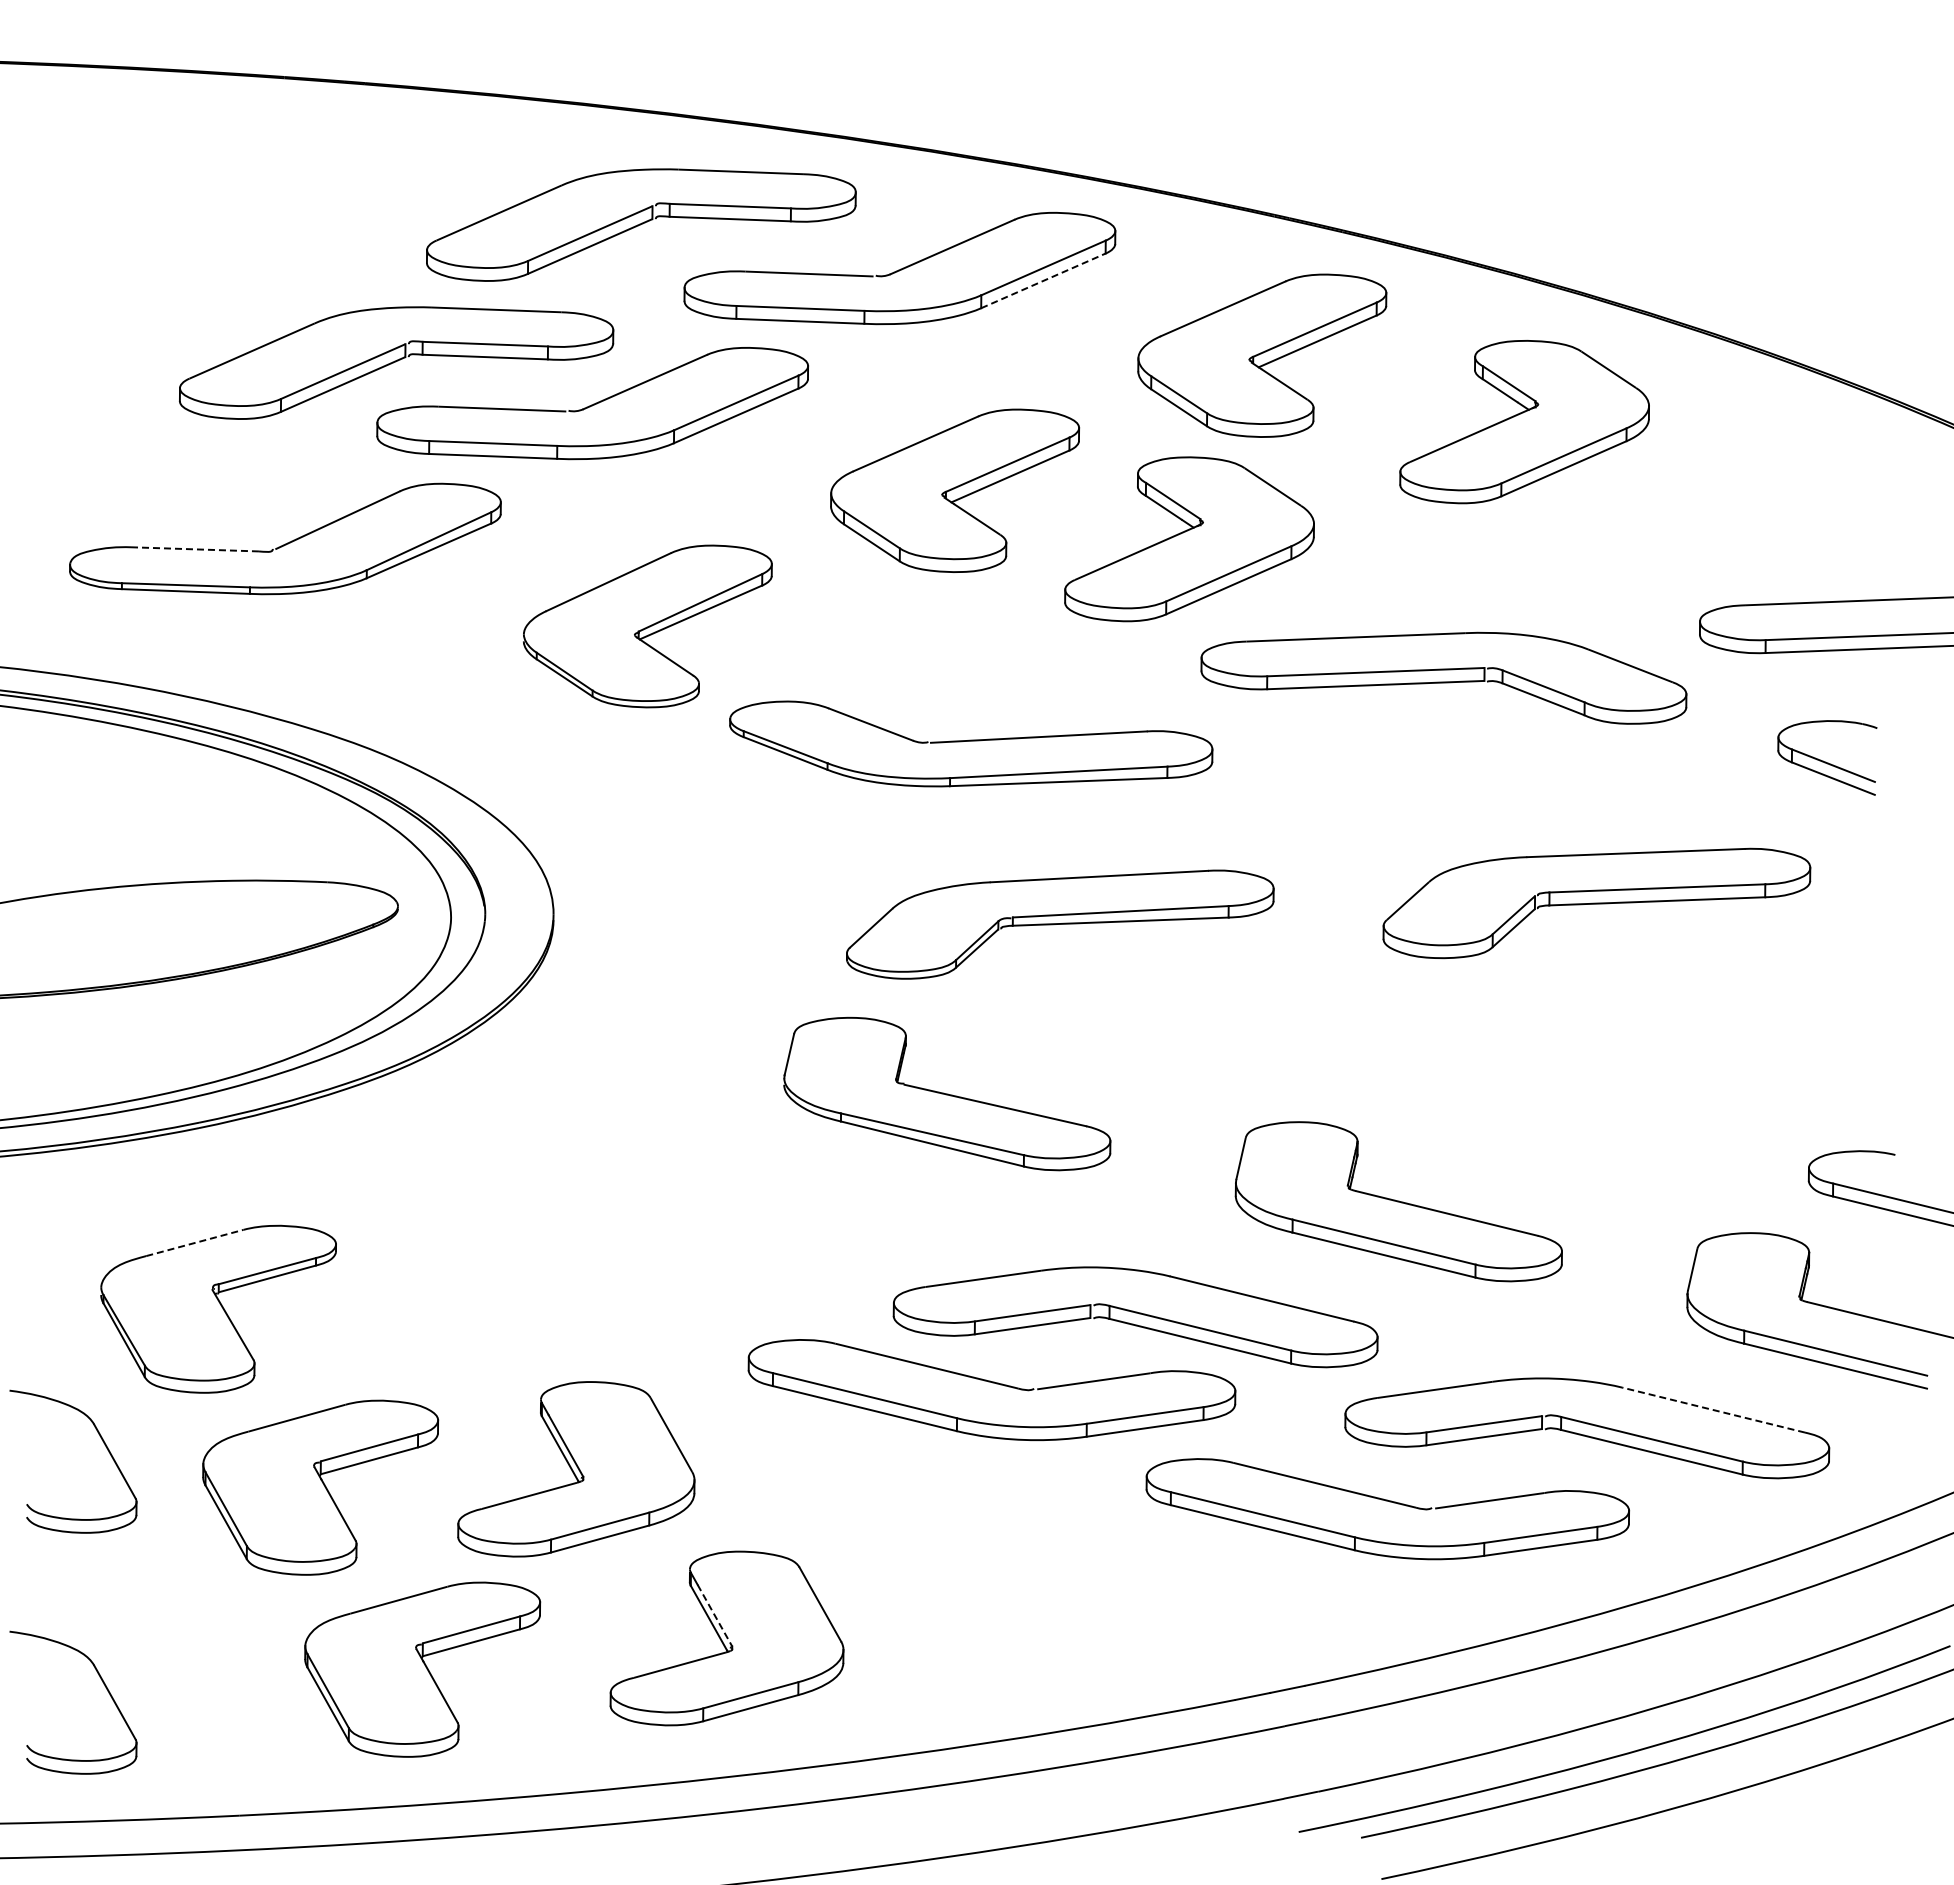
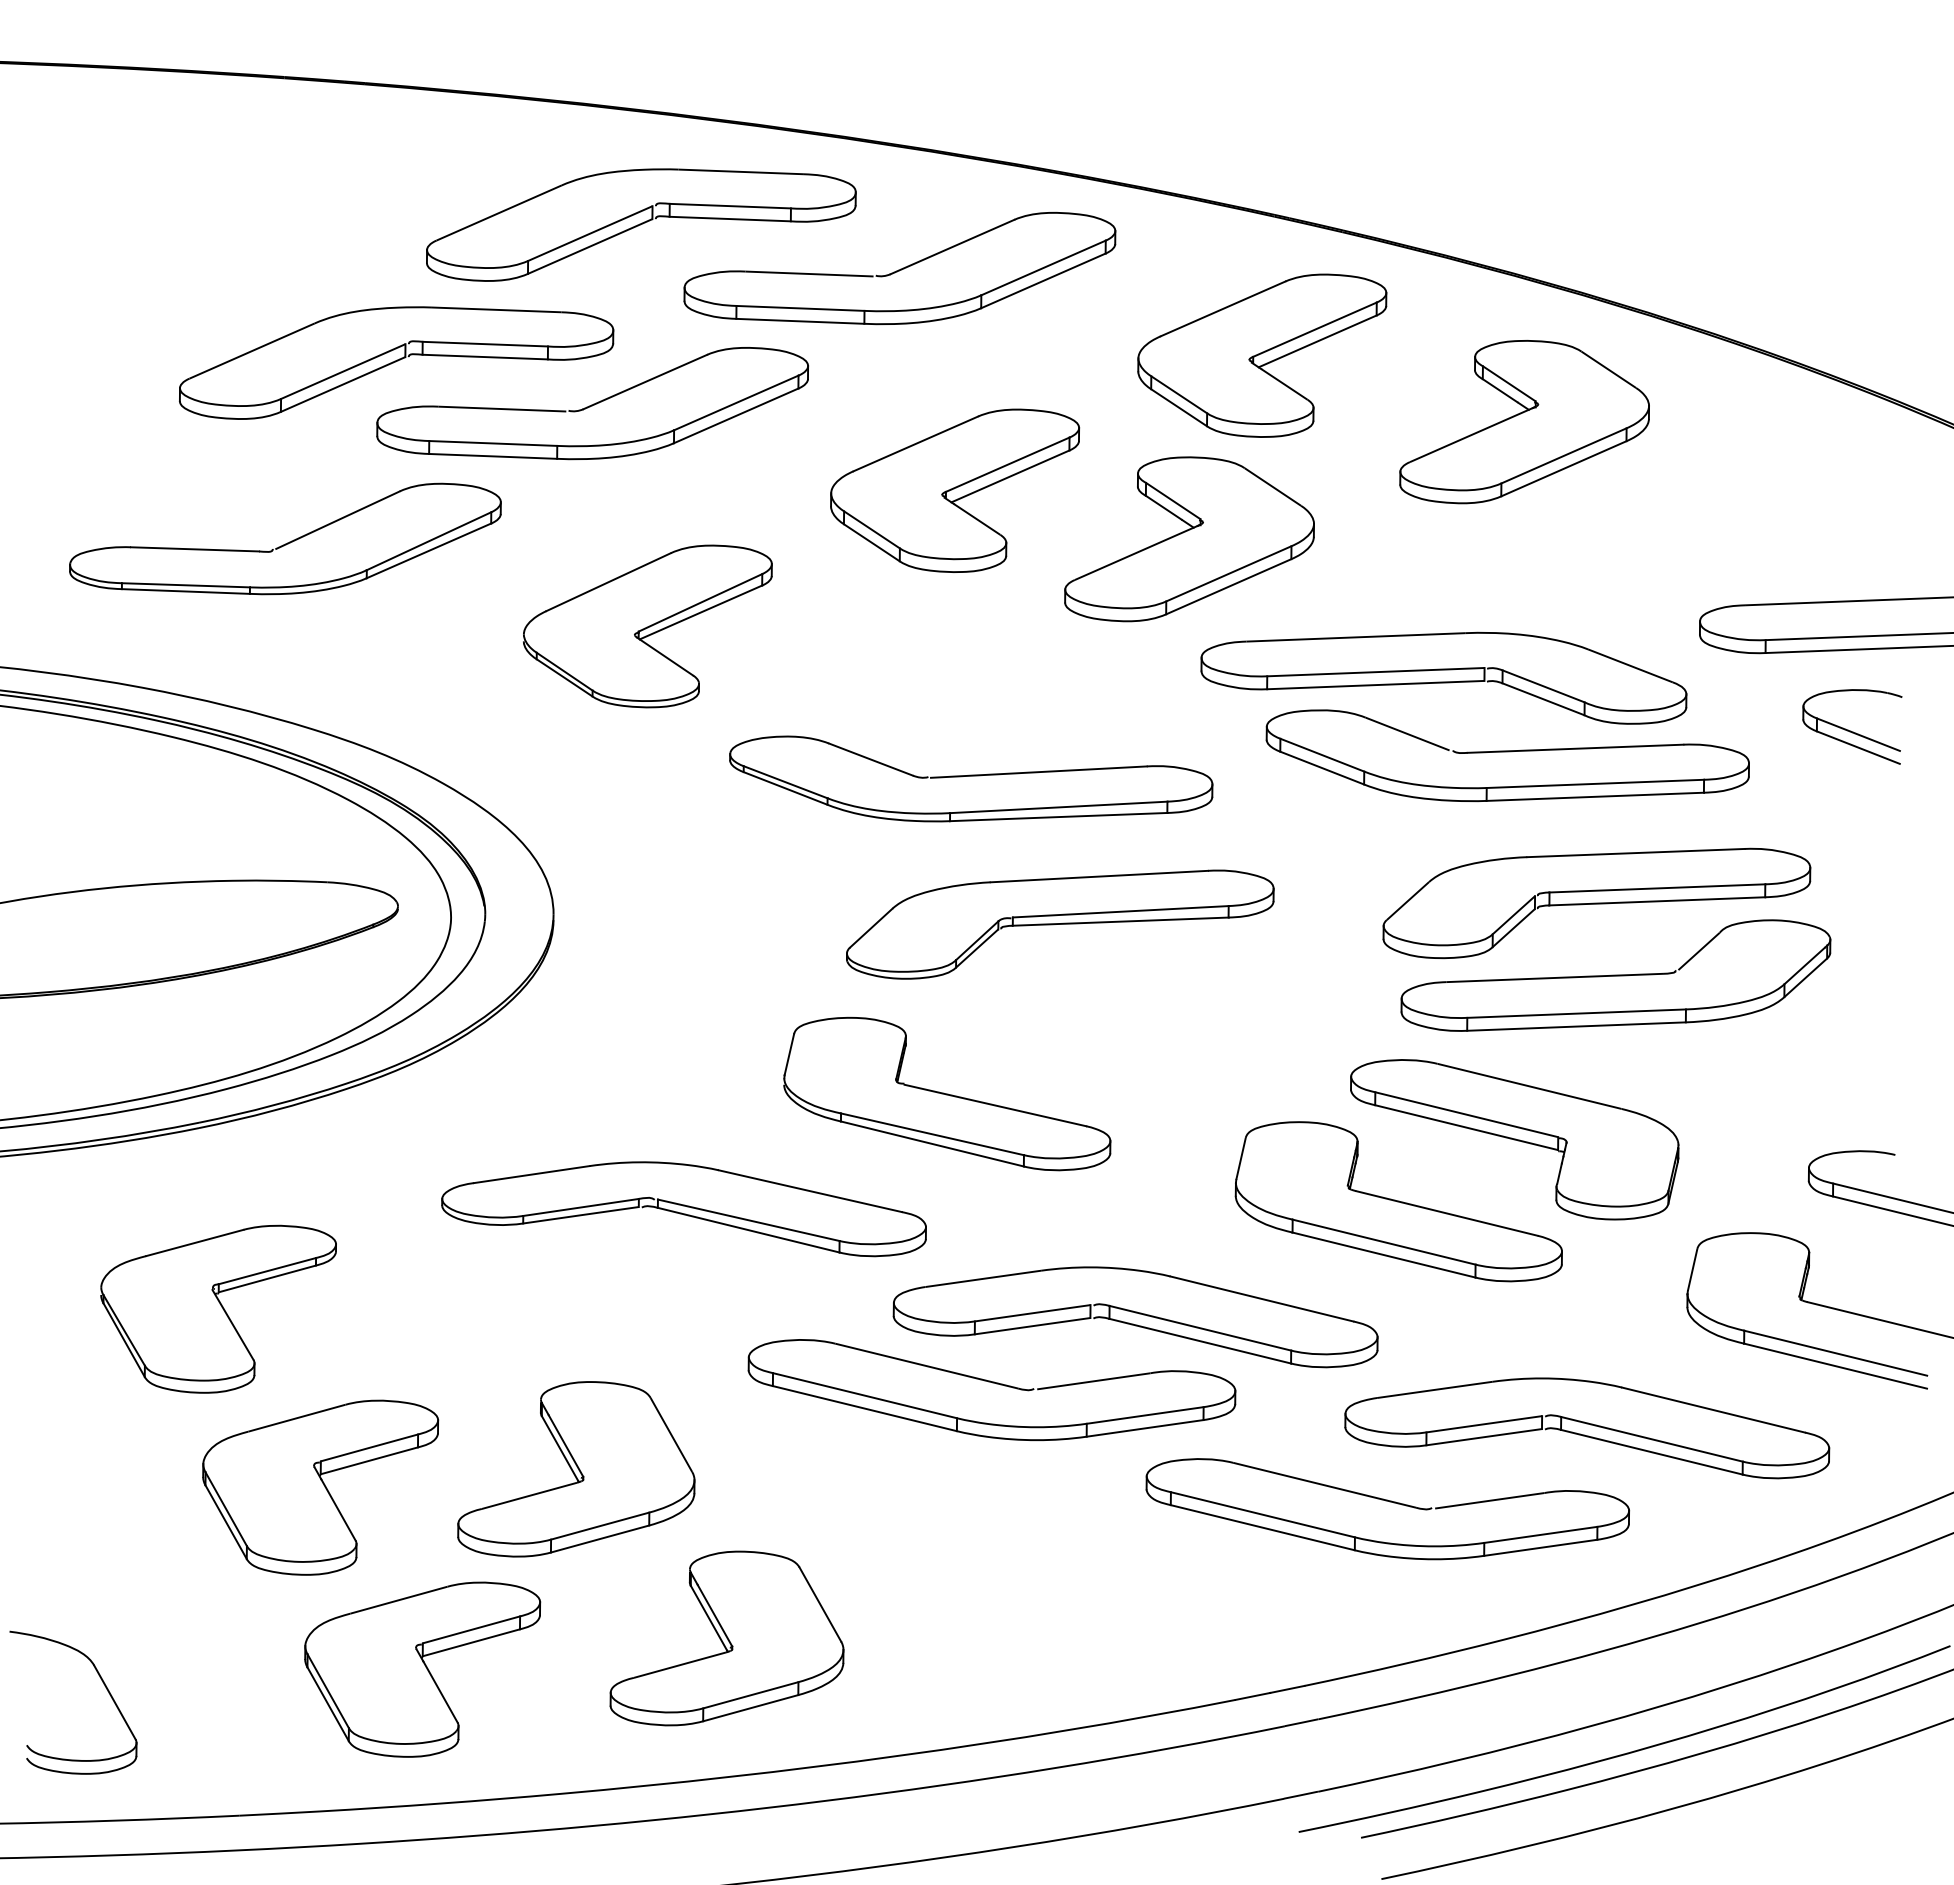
line at (1043, 280): dashed -> solid
line at (195, 549): dashed -> solid
part at (971, 743) position: (971, 743) -> (971, 778)
part at (1507, 755): none -> present
part at (1827, 757) position: (1827, 757) -> (1852, 726)
part at (1615, 975): none -> present
part at (1514, 1139): none -> present
part at (683, 1209): none -> present
line at (195, 1242): dashed -> solid
line at (1713, 1409): dashed -> solid
part at (104, 1445): present -> none
line at (715, 1616): dashed -> solid
